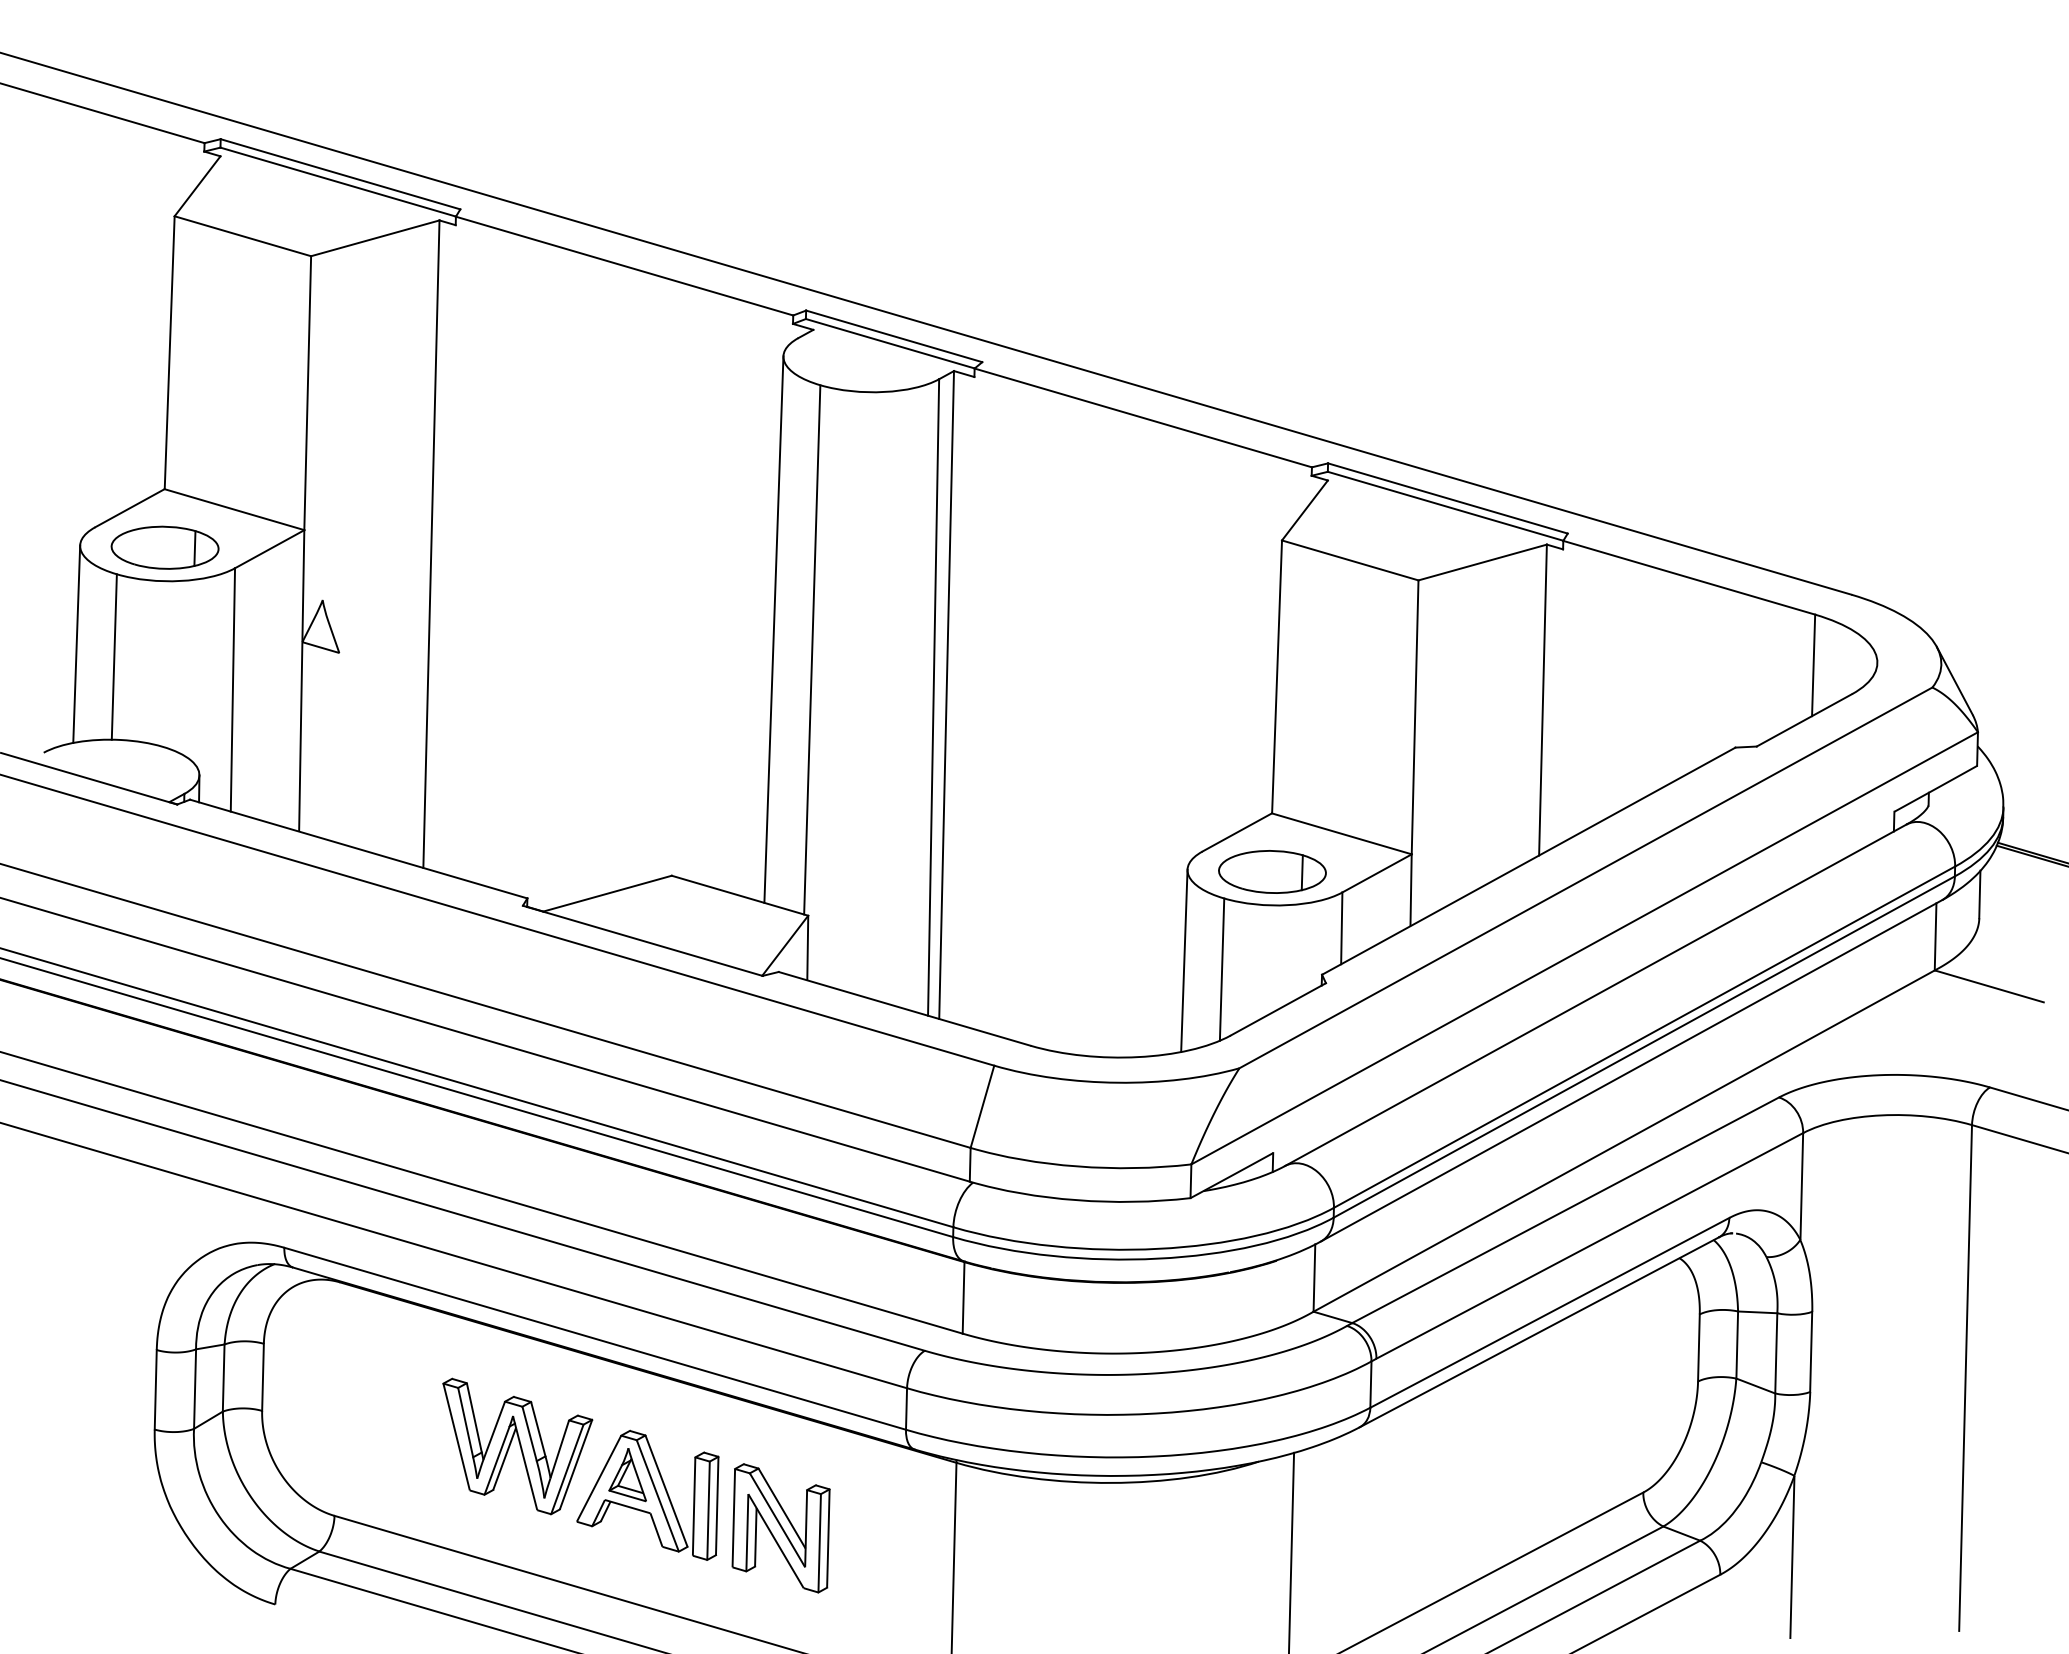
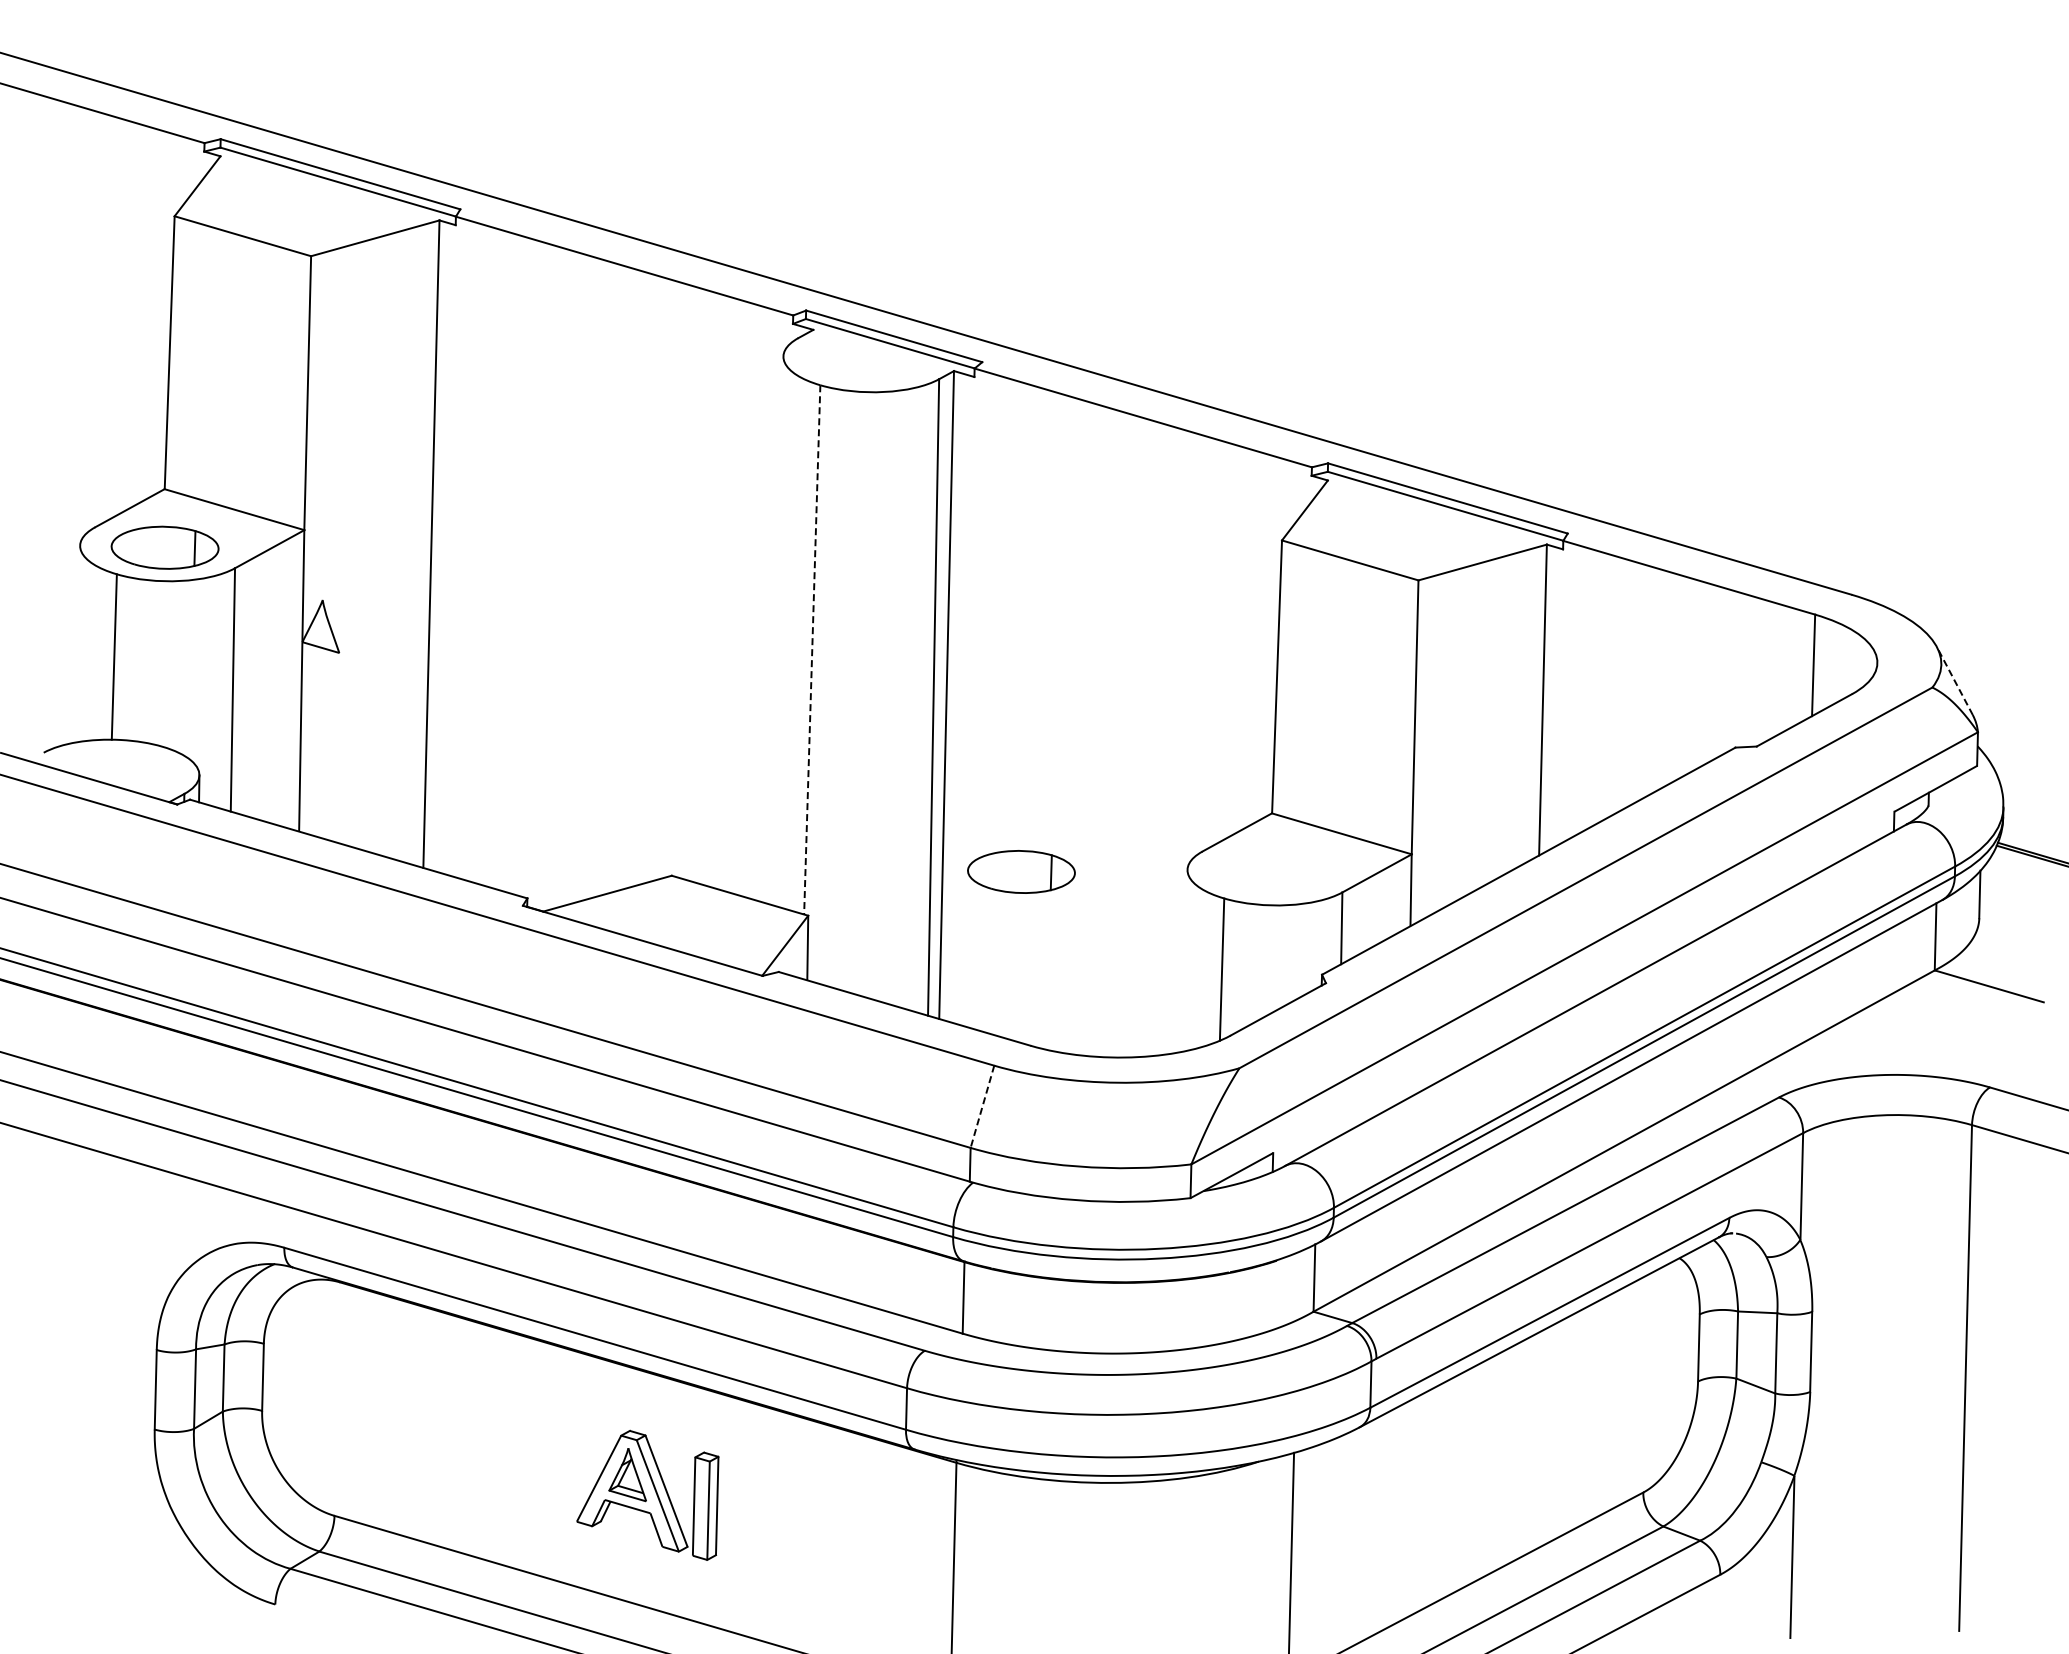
line at (773, 629): present -> none
line at (76, 643): present -> none
line at (812, 649): solid -> dashed
line at (1954, 680): solid -> dashed
part at (1272, 871) position: (1272, 871) -> (1021, 871)
line at (1184, 960): present -> none
line at (982, 1106): solid -> dashed
part at (517, 1446): present -> none
part at (780, 1528): present -> none
